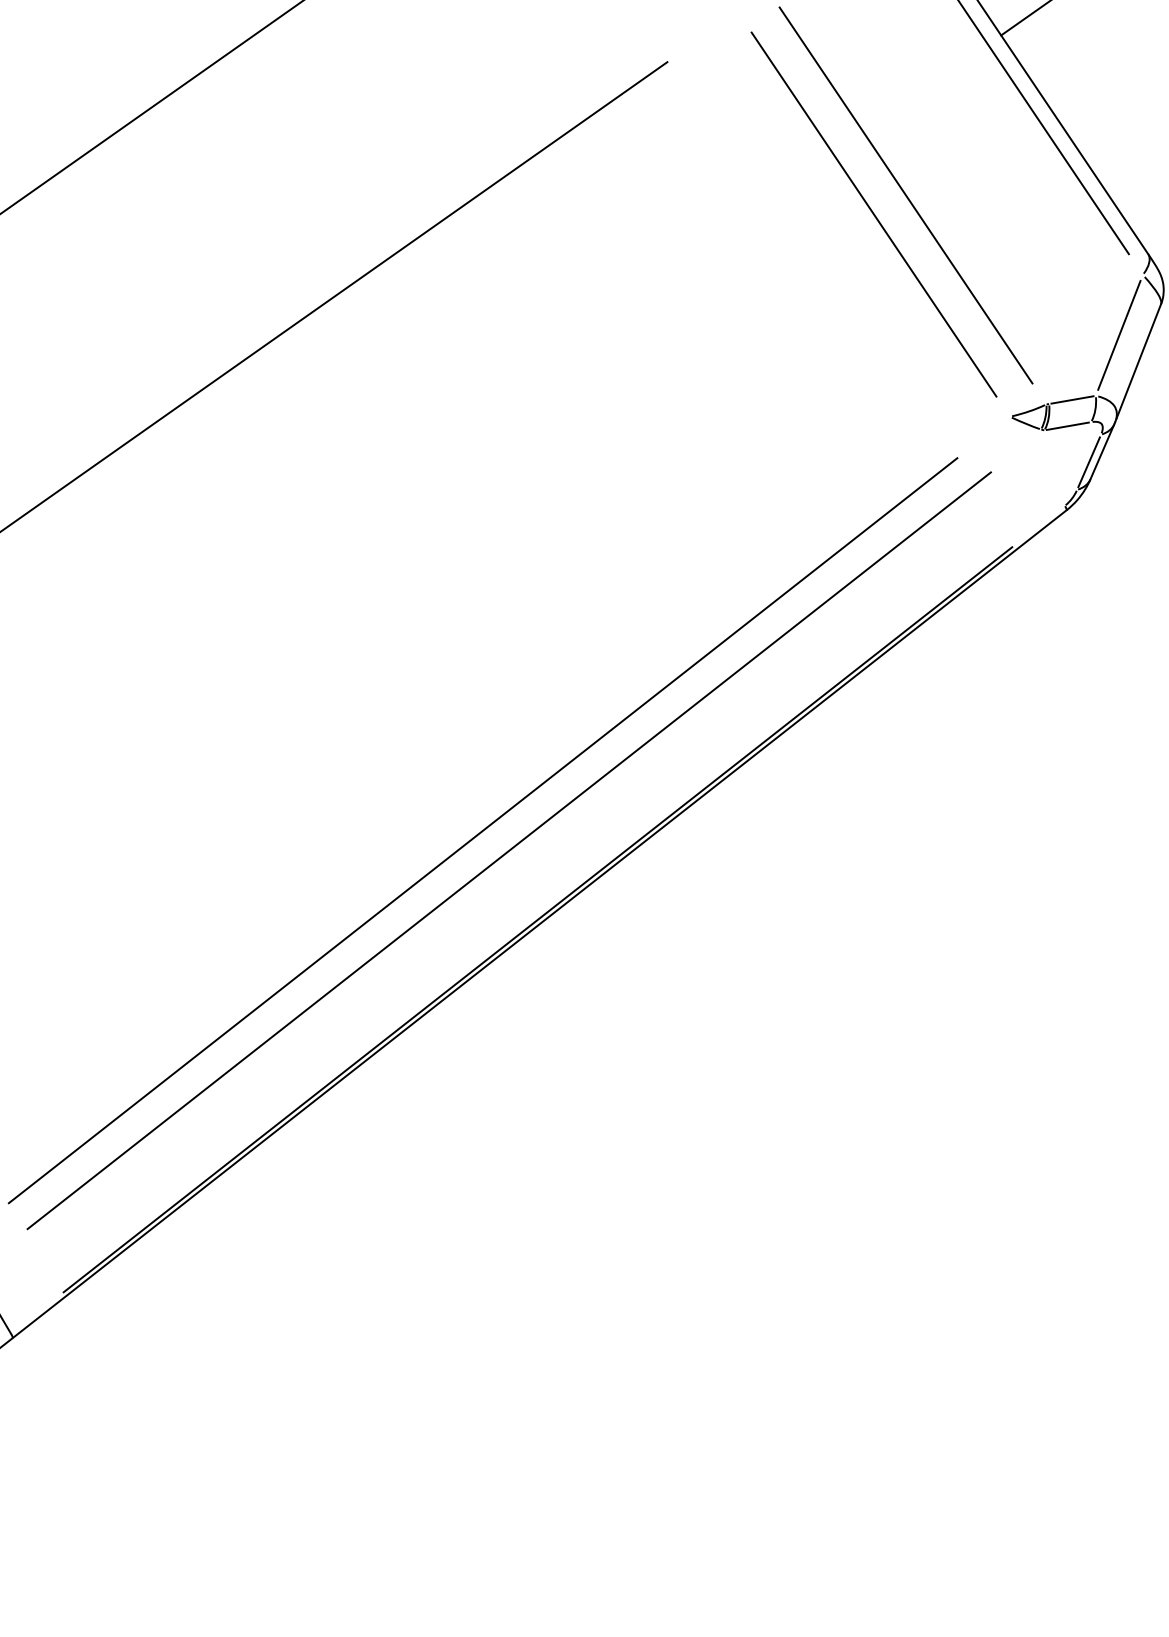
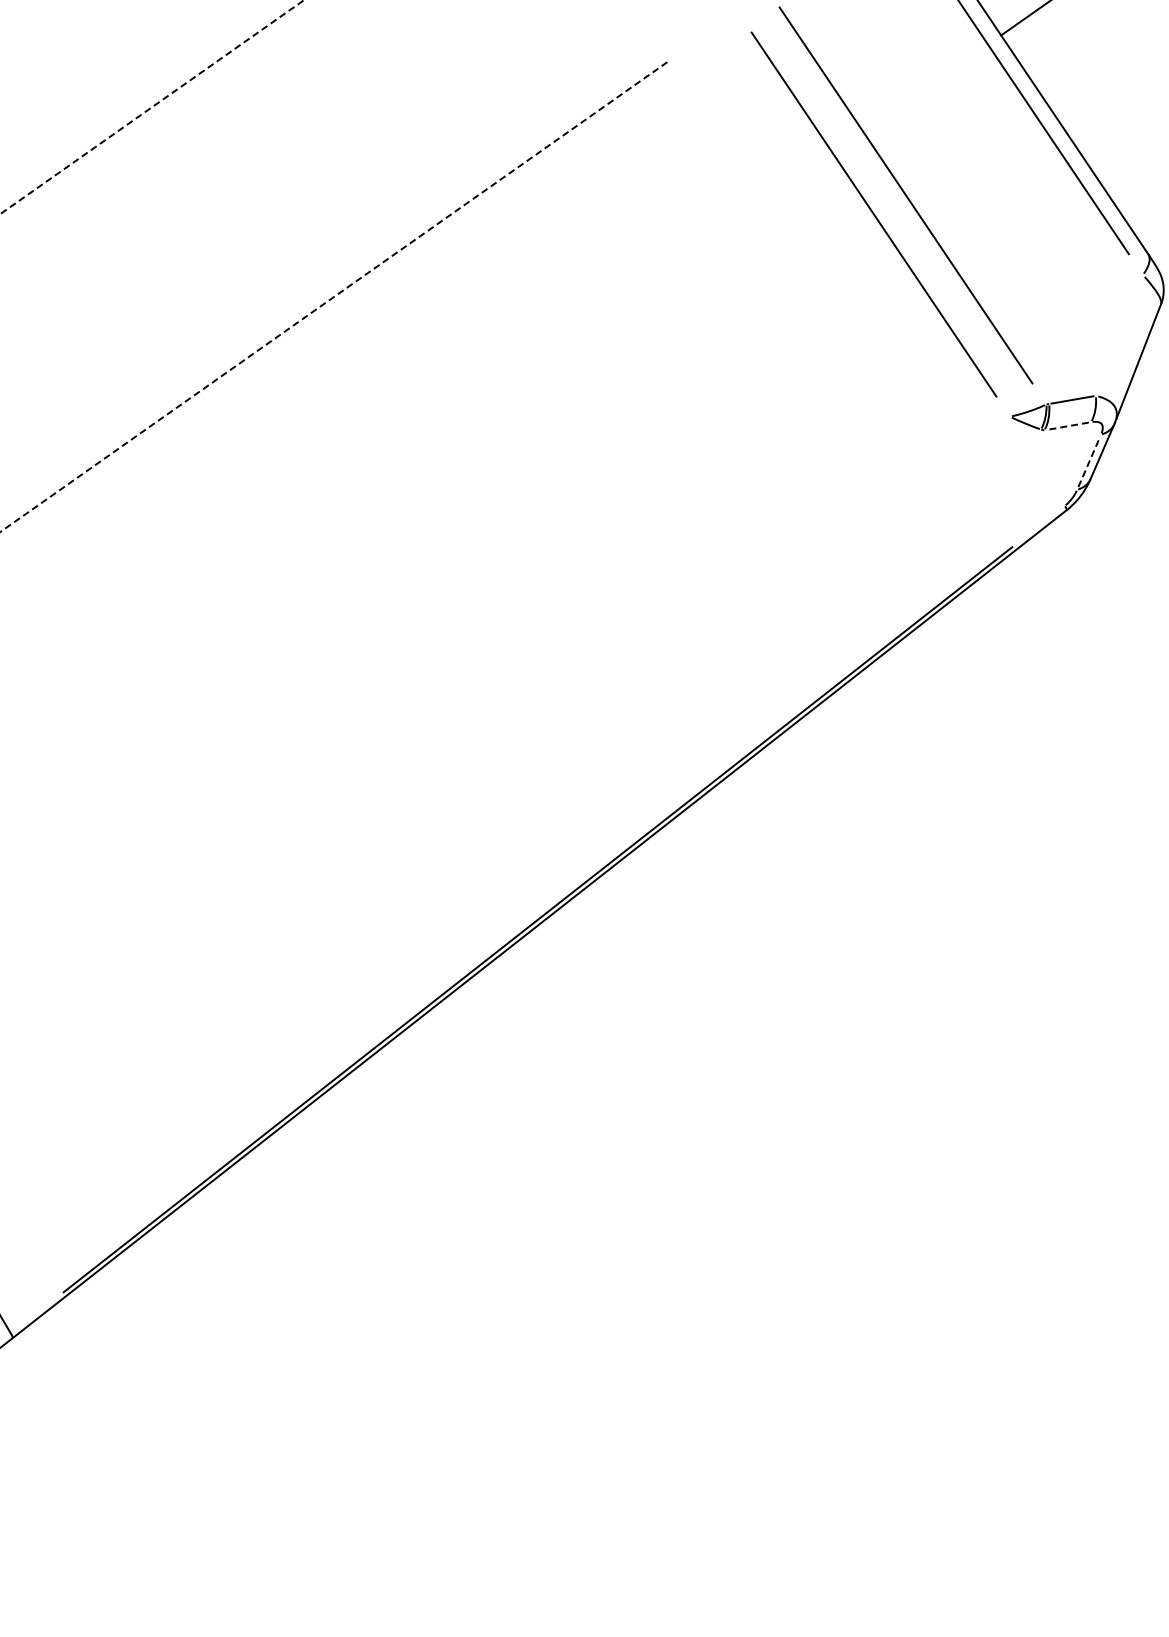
line at (152, 106): solid -> dashed
line at (333, 297): solid -> dashed
line at (1119, 334): present -> none
line at (1067, 426): solid -> dashed
line at (1089, 461): solid -> dashed
line at (482, 830): present -> none
line at (508, 850): present -> none
